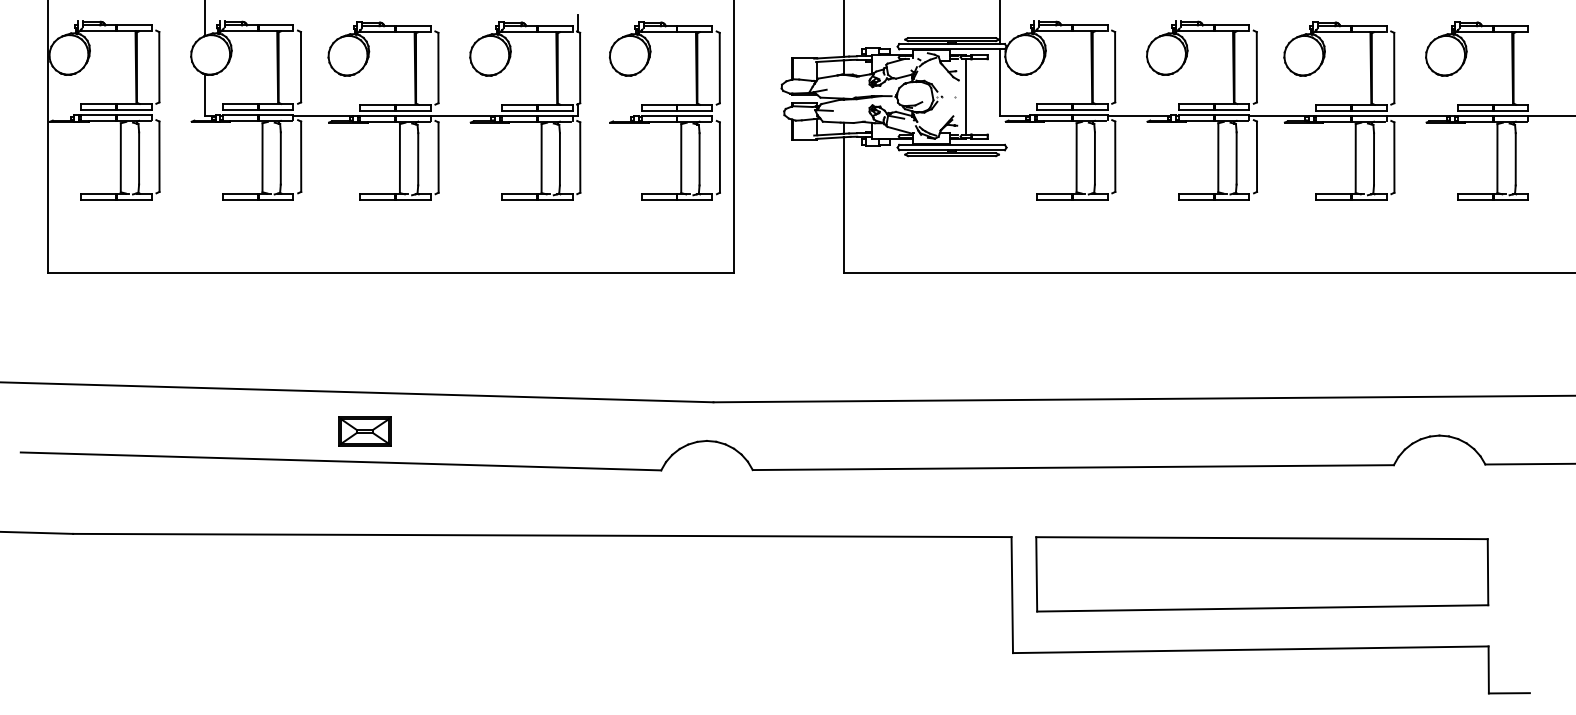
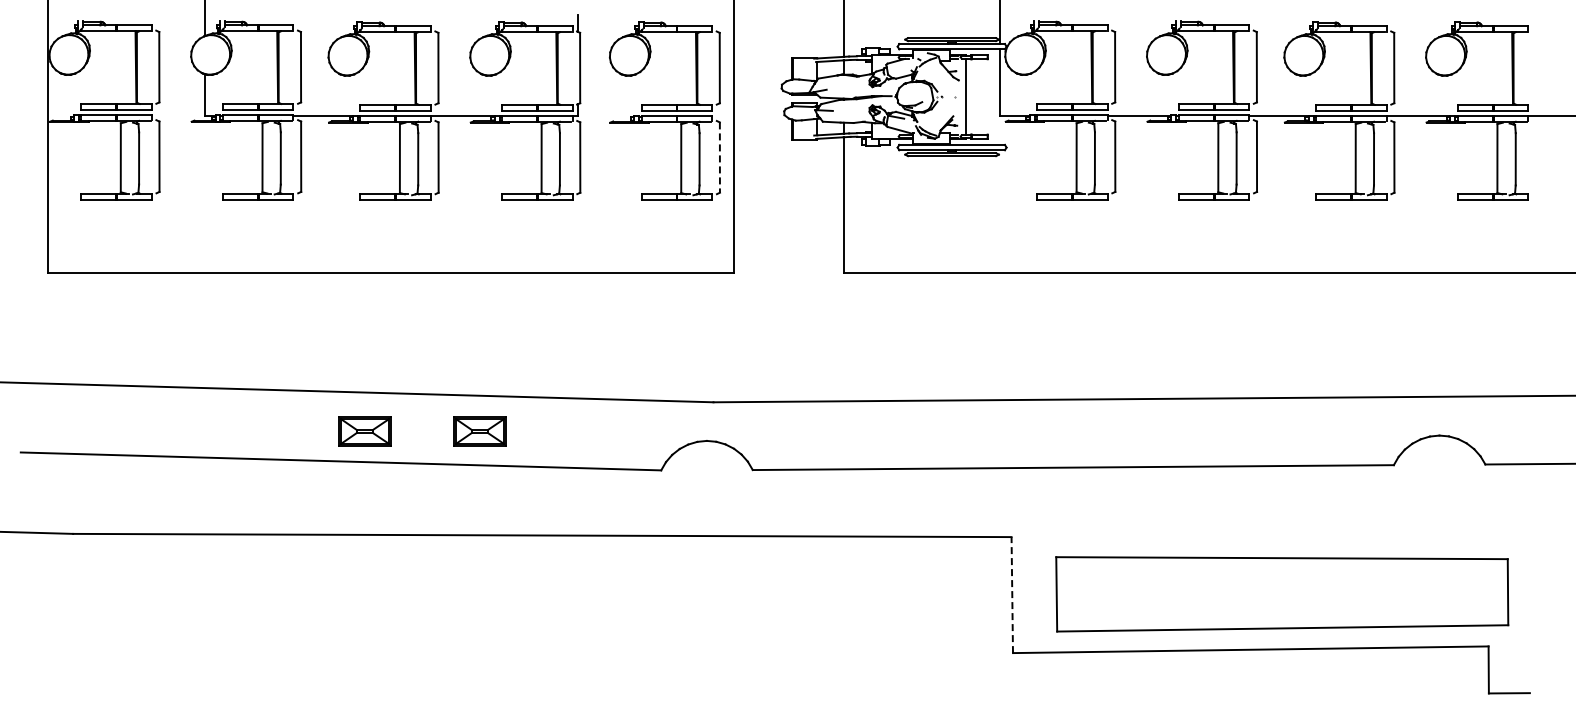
line at (719, 158): solid -> dashed
part at (479, 431): none -> present
part at (1262, 574) position: (1262, 574) -> (1282, 594)
line at (1012, 594): solid -> dashed
